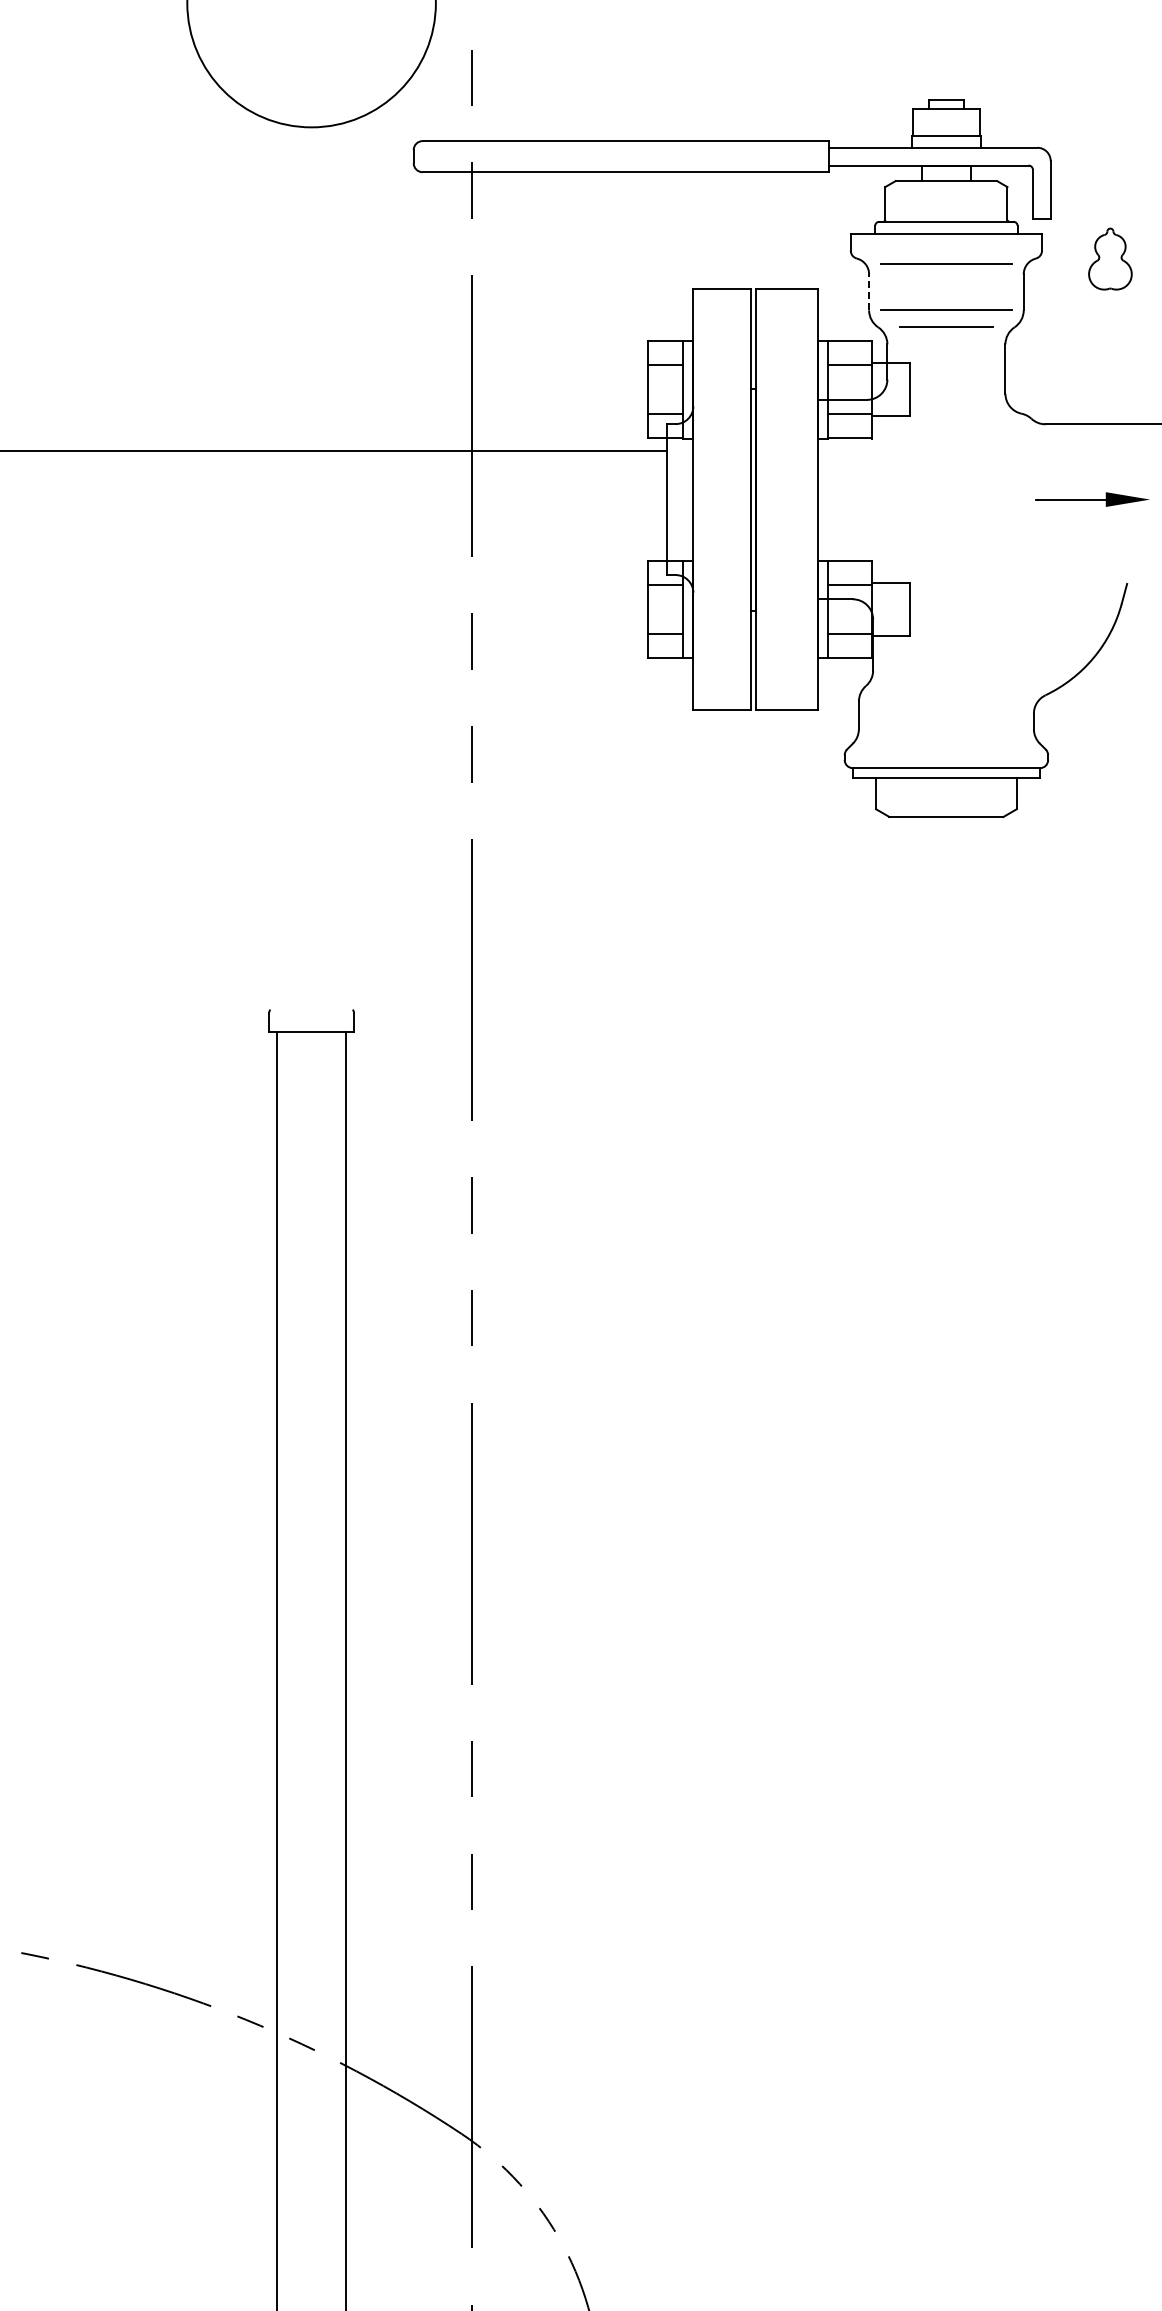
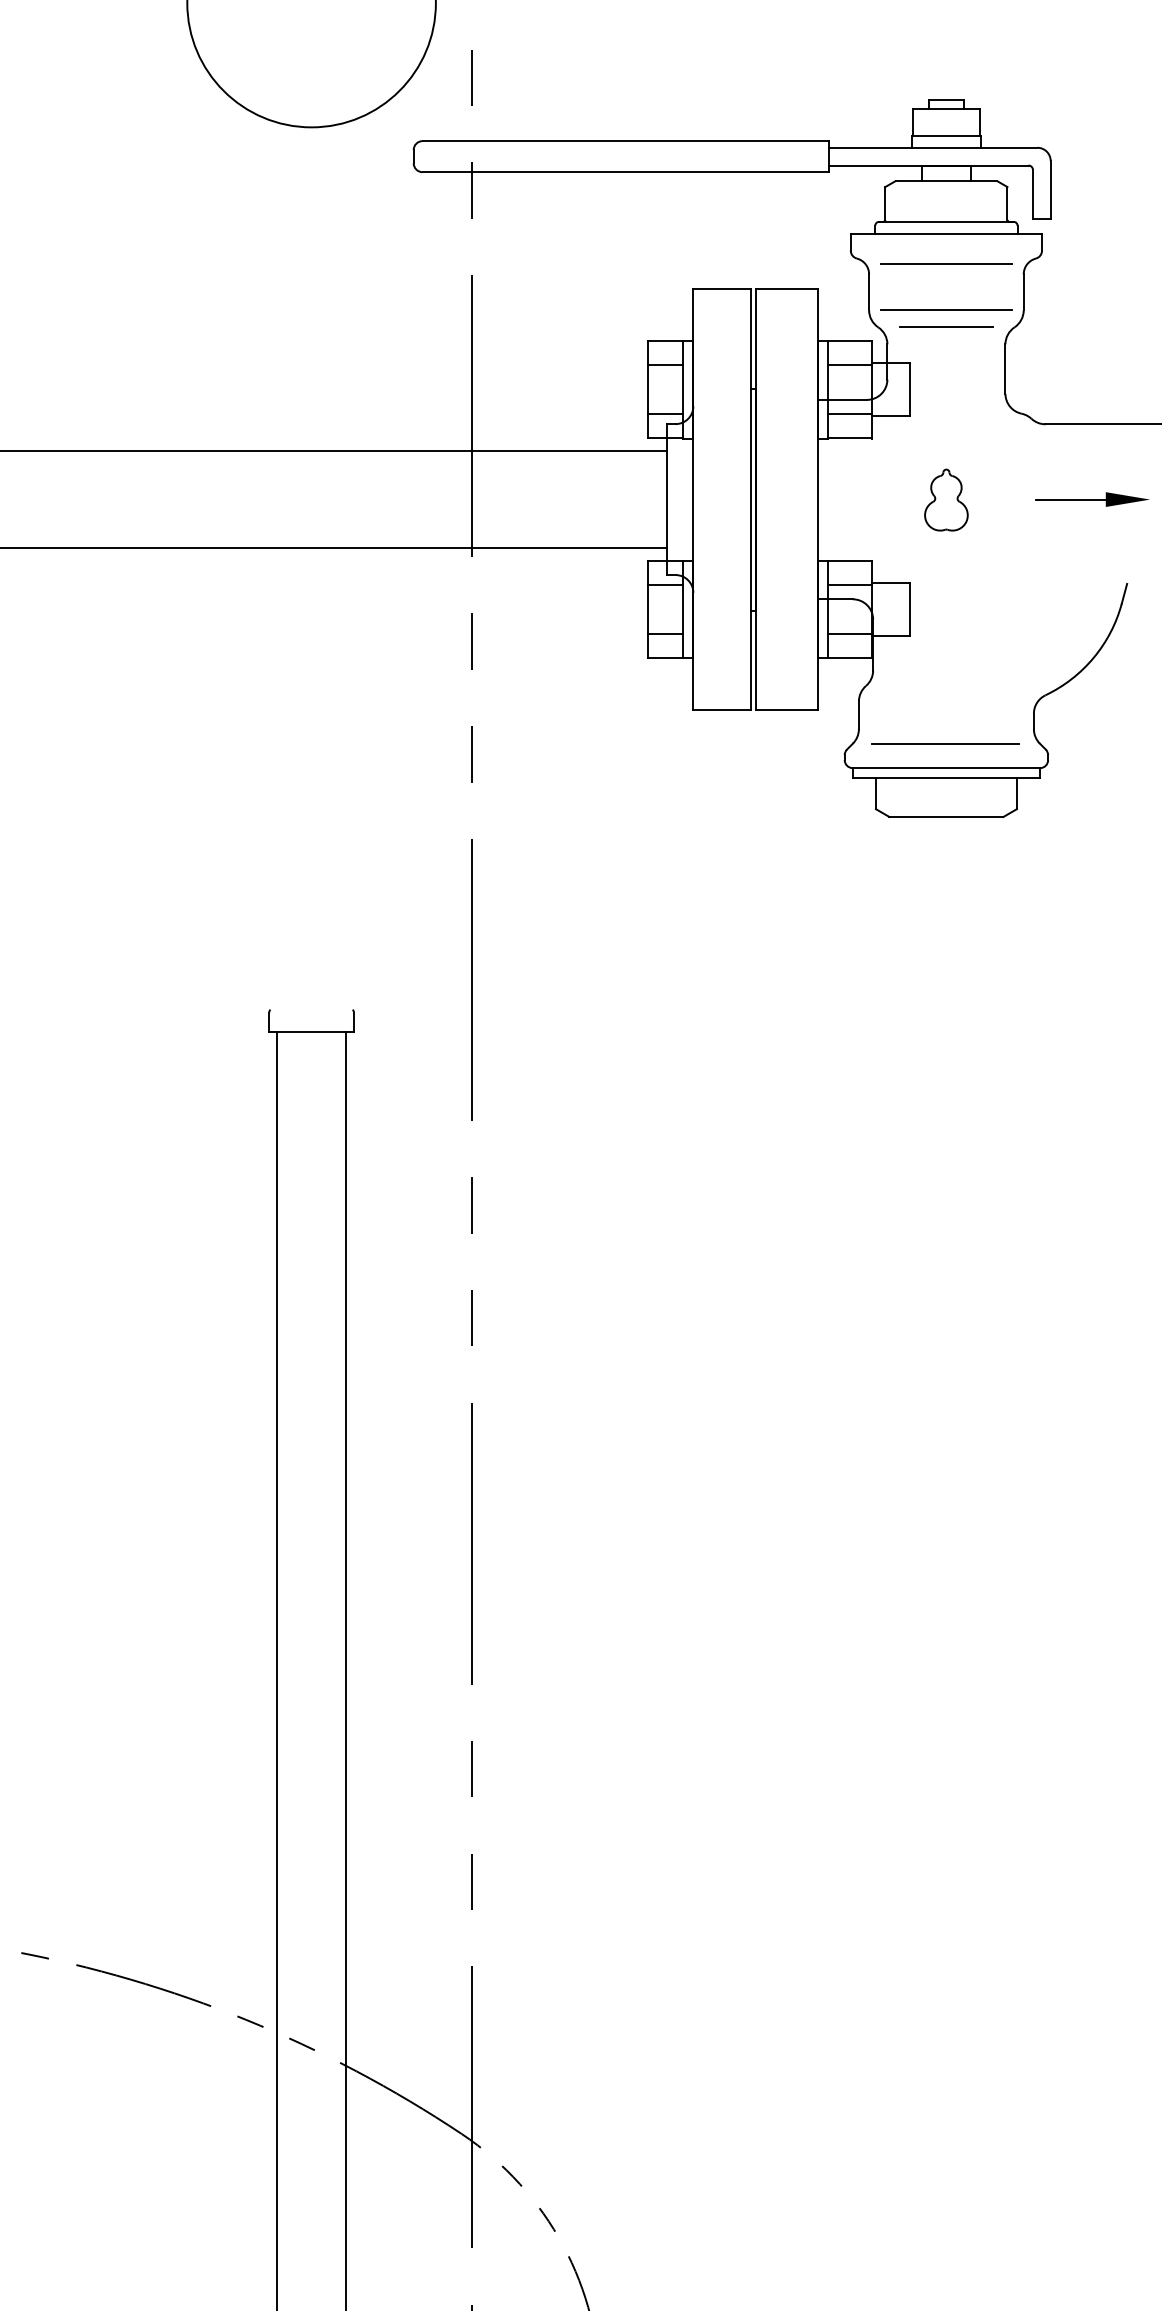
part at (1110, 258) position: (1110, 258) -> (946, 499)
line at (869, 291): dashed -> solid
line at (334, 547): none -> present
line at (944, 743): none -> present
